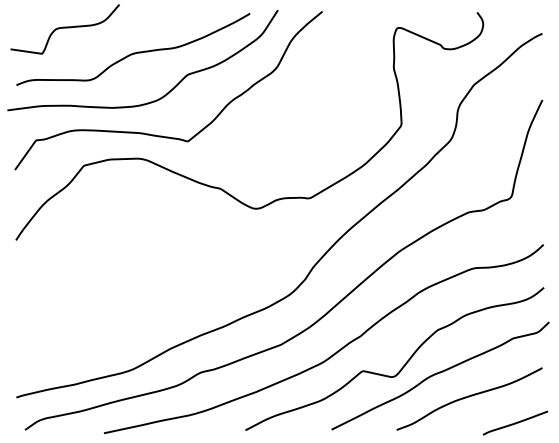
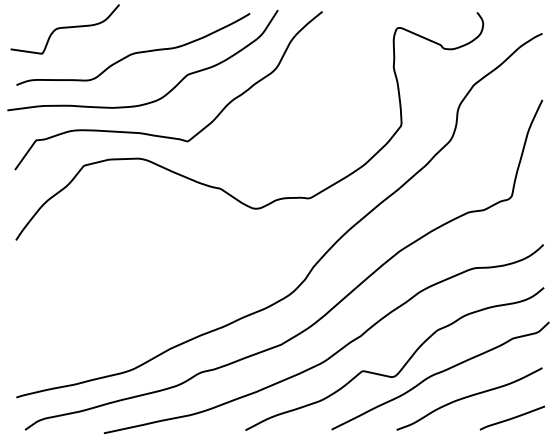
line at (515, 422) position: (515, 422) -> (512, 417)
